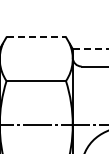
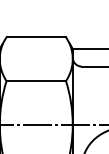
line at (36, 37): dashed -> solid
line at (90, 48): dashed -> solid
